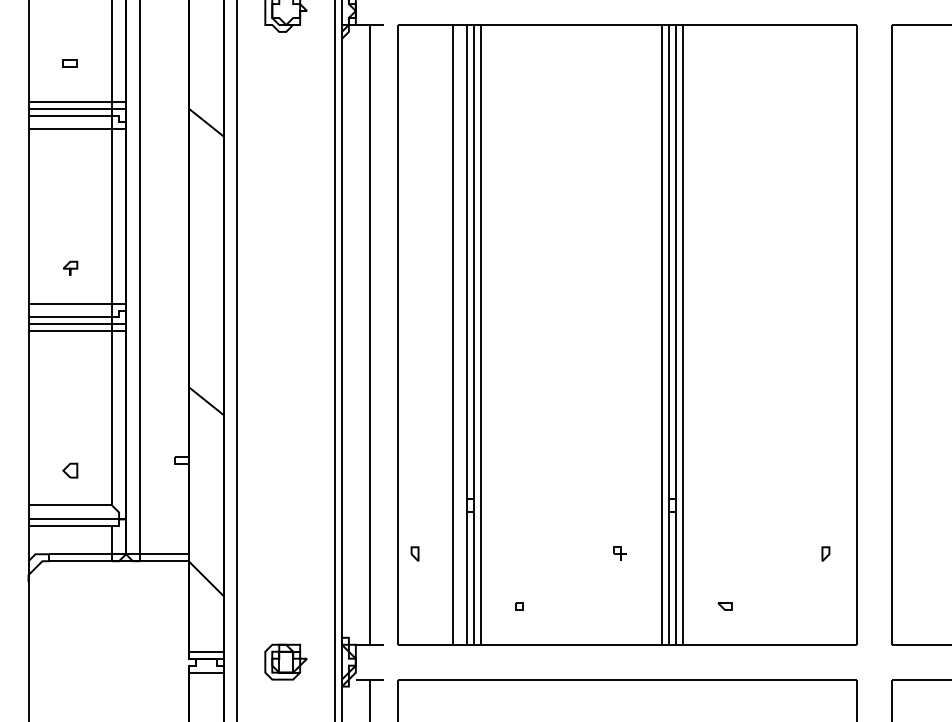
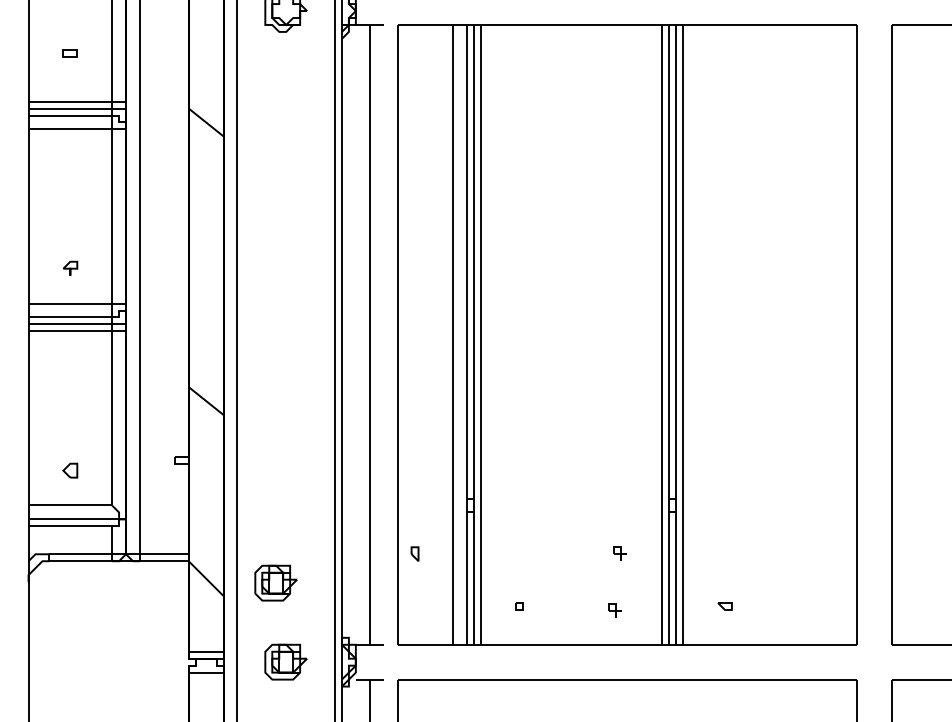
part at (69, 63) position: (69, 63) -> (69, 53)
part at (825, 553): present -> none
part at (275, 582): none -> present
part at (614, 610): none -> present
